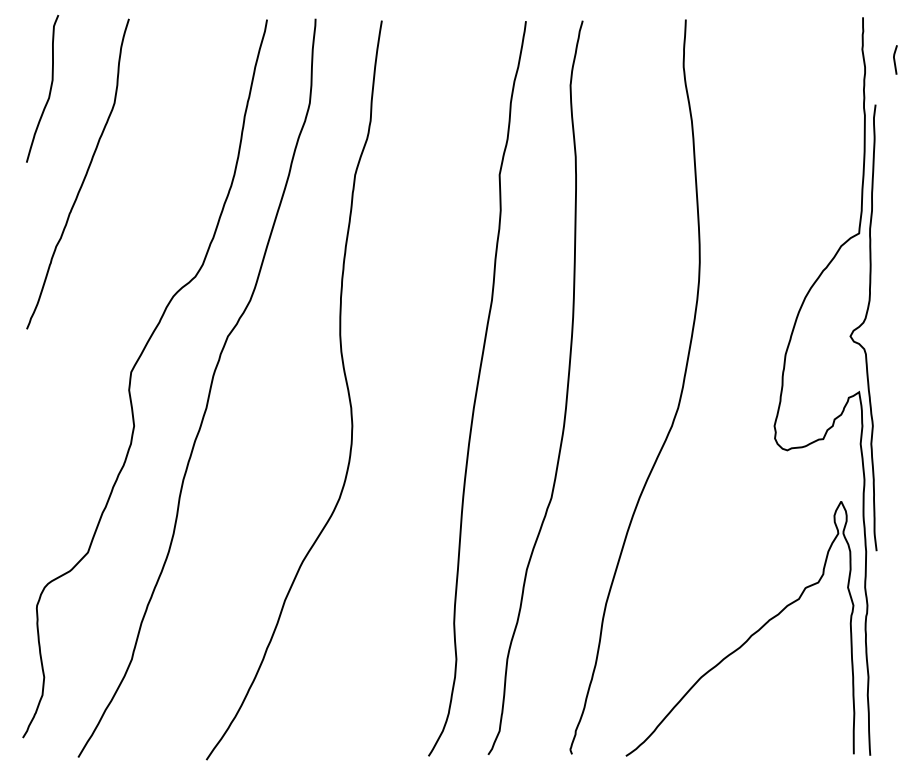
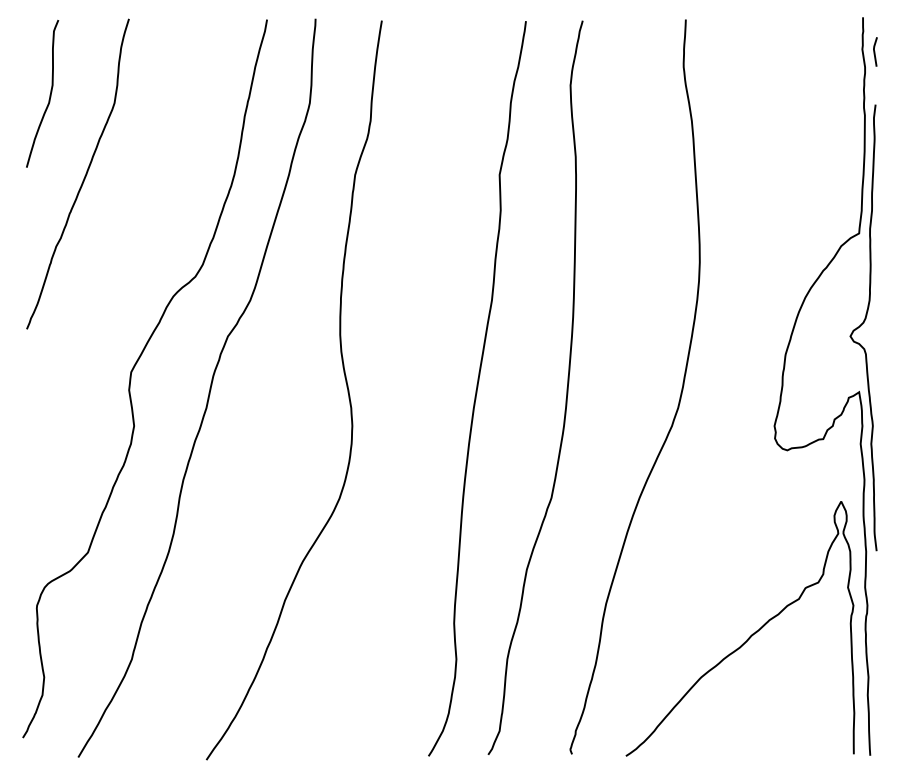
line at (895, 59) position: (895, 59) -> (875, 51)
curve at (49, 89) position: (49, 89) -> (49, 94)
